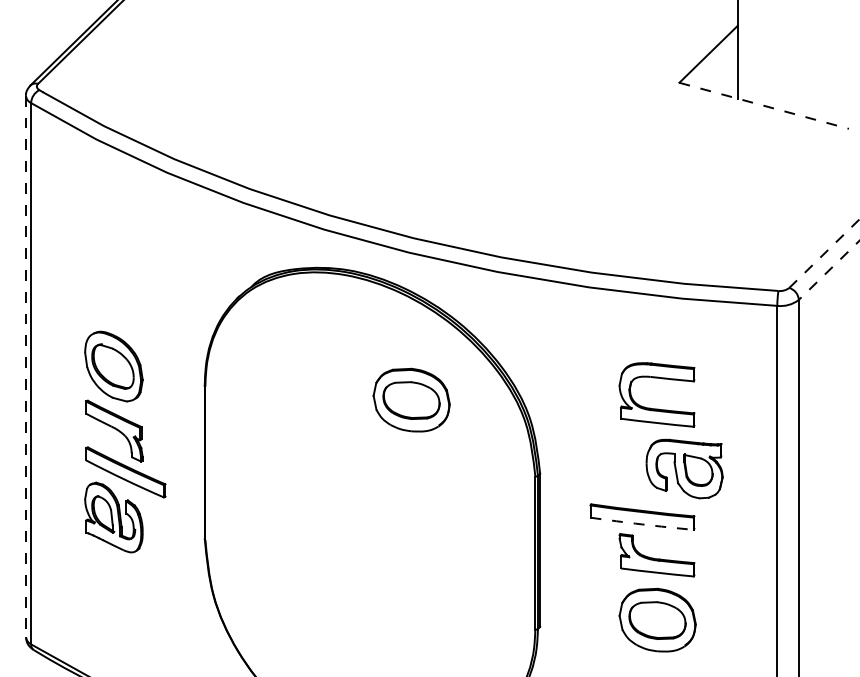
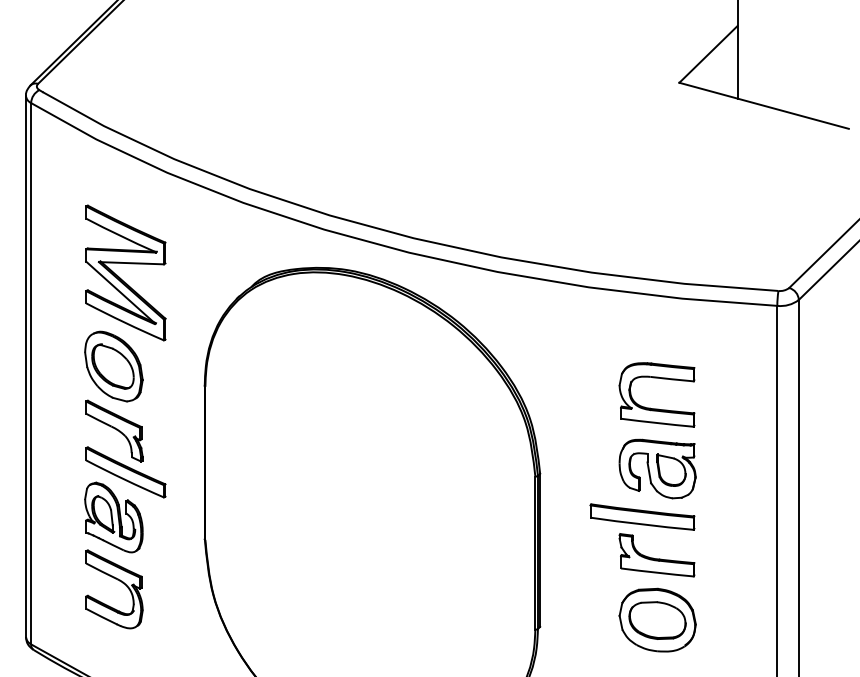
line at (764, 105): dashed -> solid
line at (824, 253): dashed -> solid
line at (828, 270): dashed -> solid
part at (120, 277): none -> present
line at (25, 366): dashed -> solid
part at (411, 399): present -> none
part at (684, 468) position: (684, 468) -> (657, 468)
arc at (642, 524): dashed -> solid
part at (119, 581): none -> present
